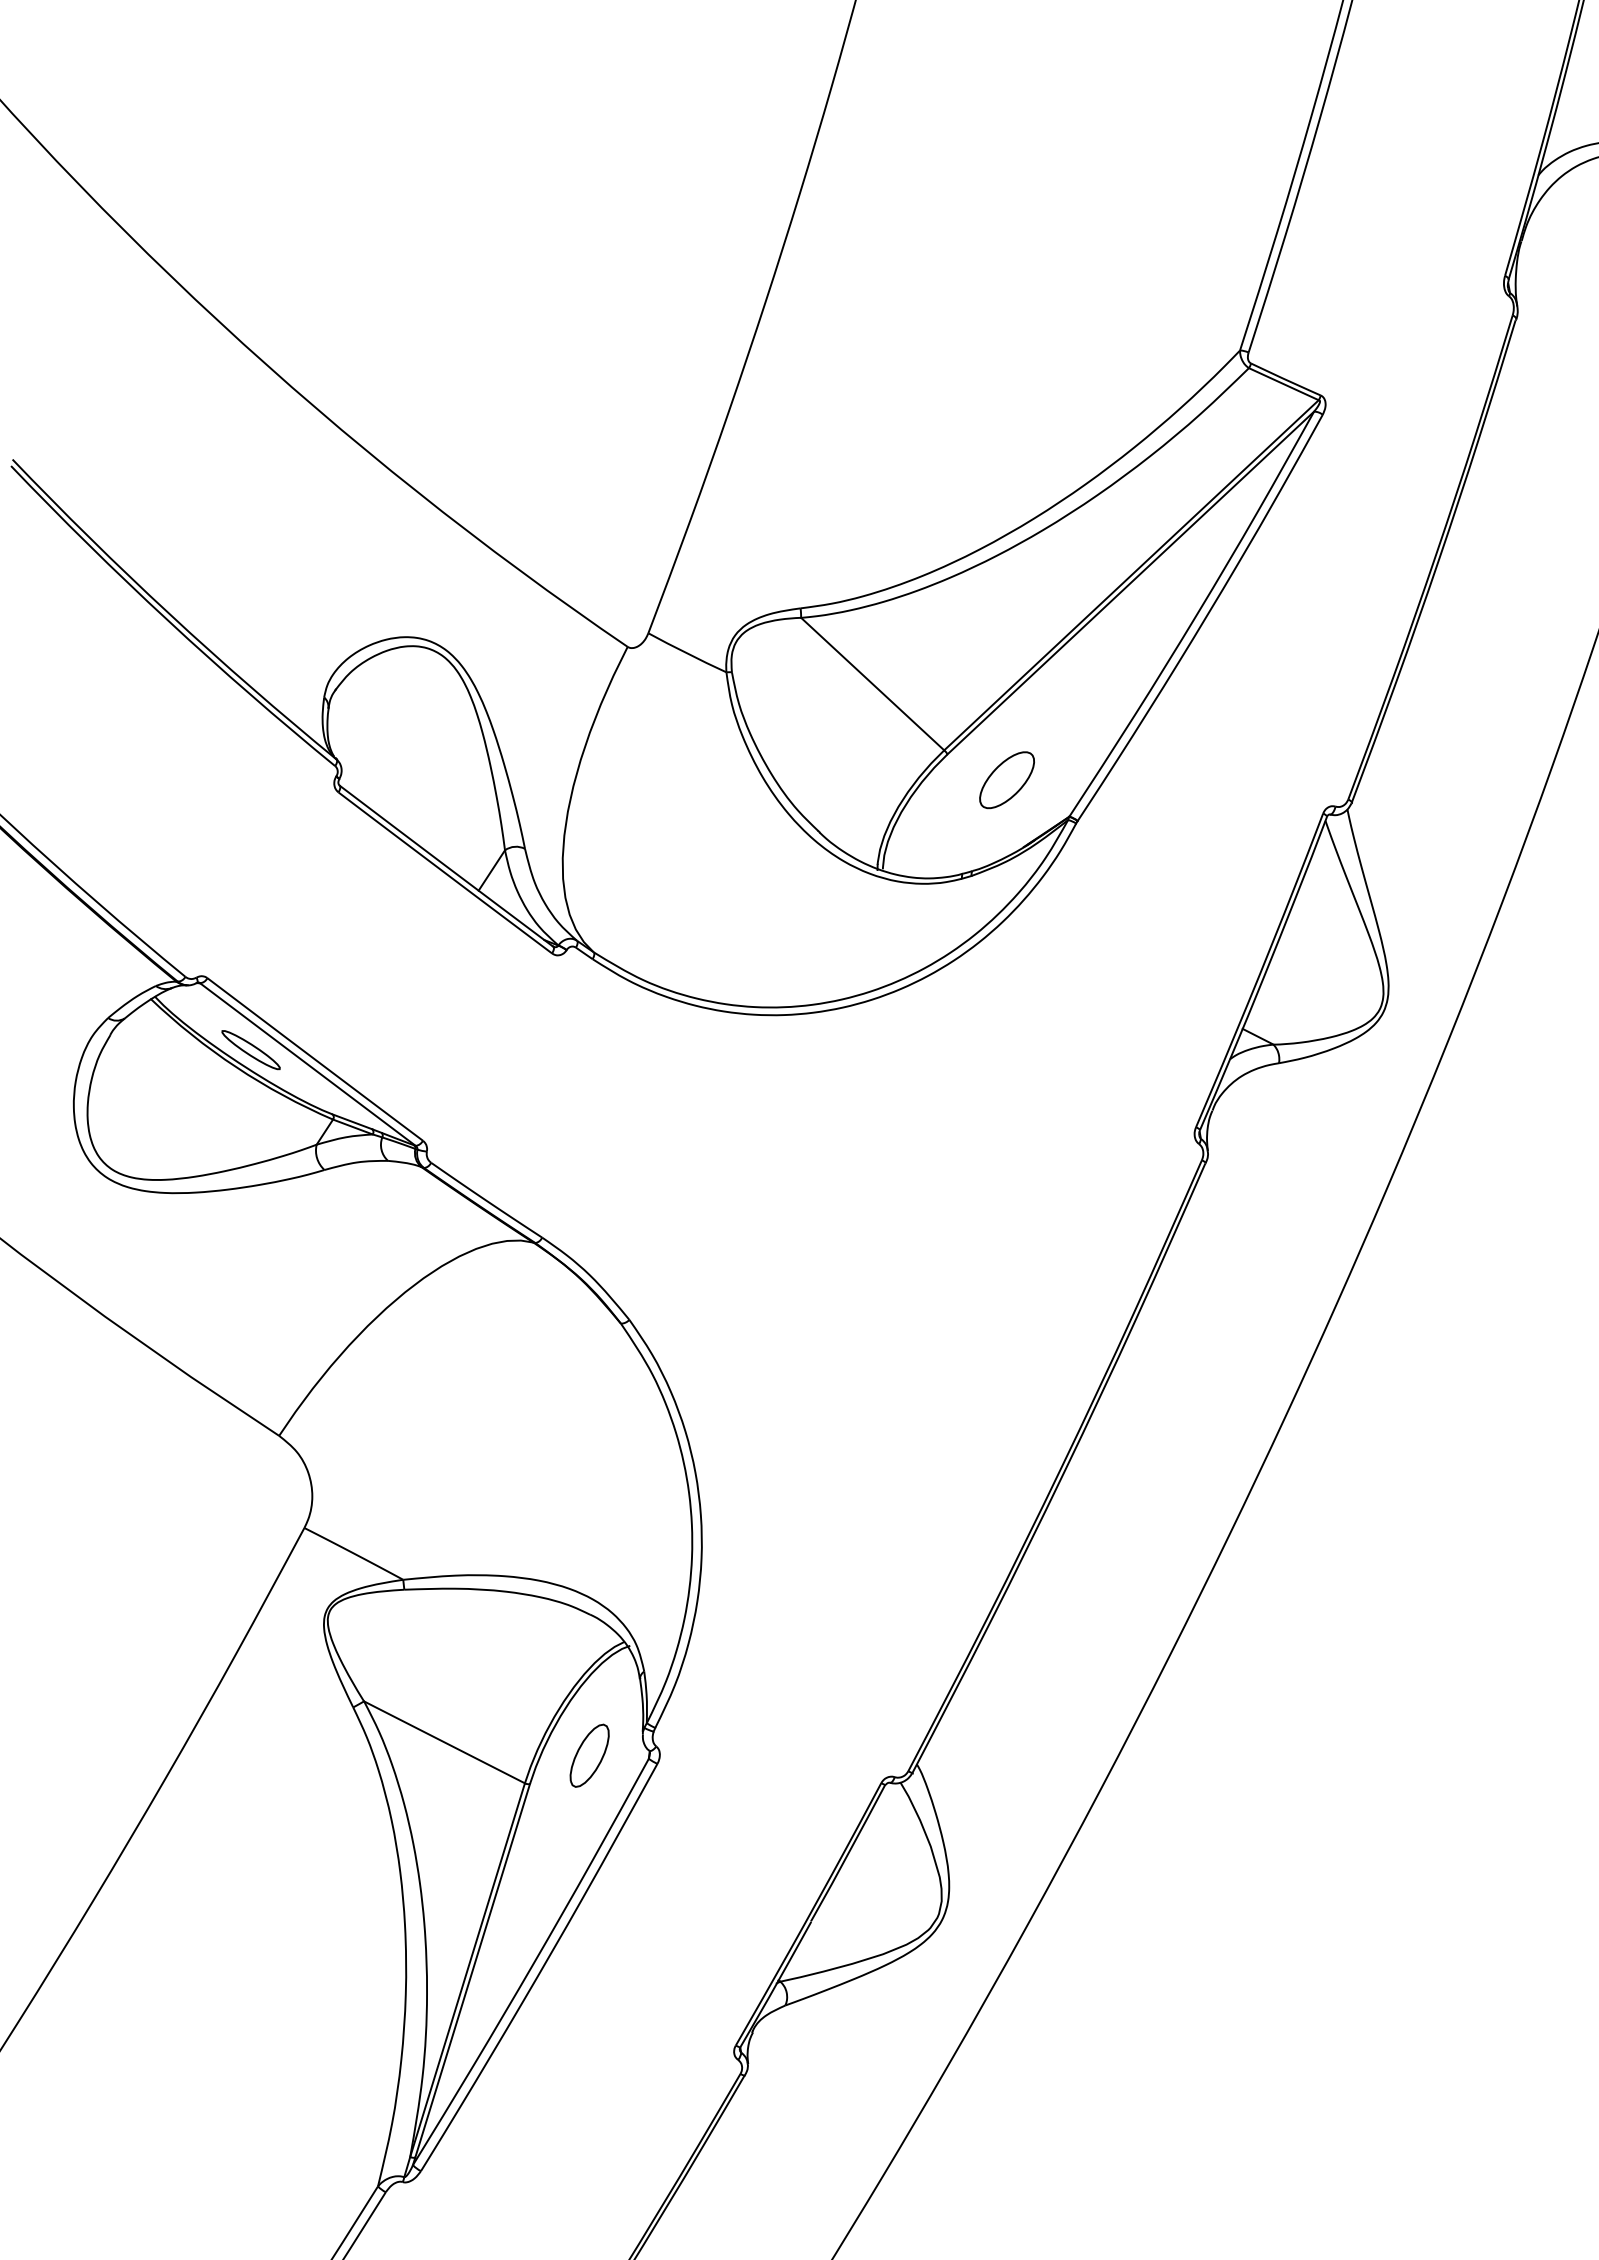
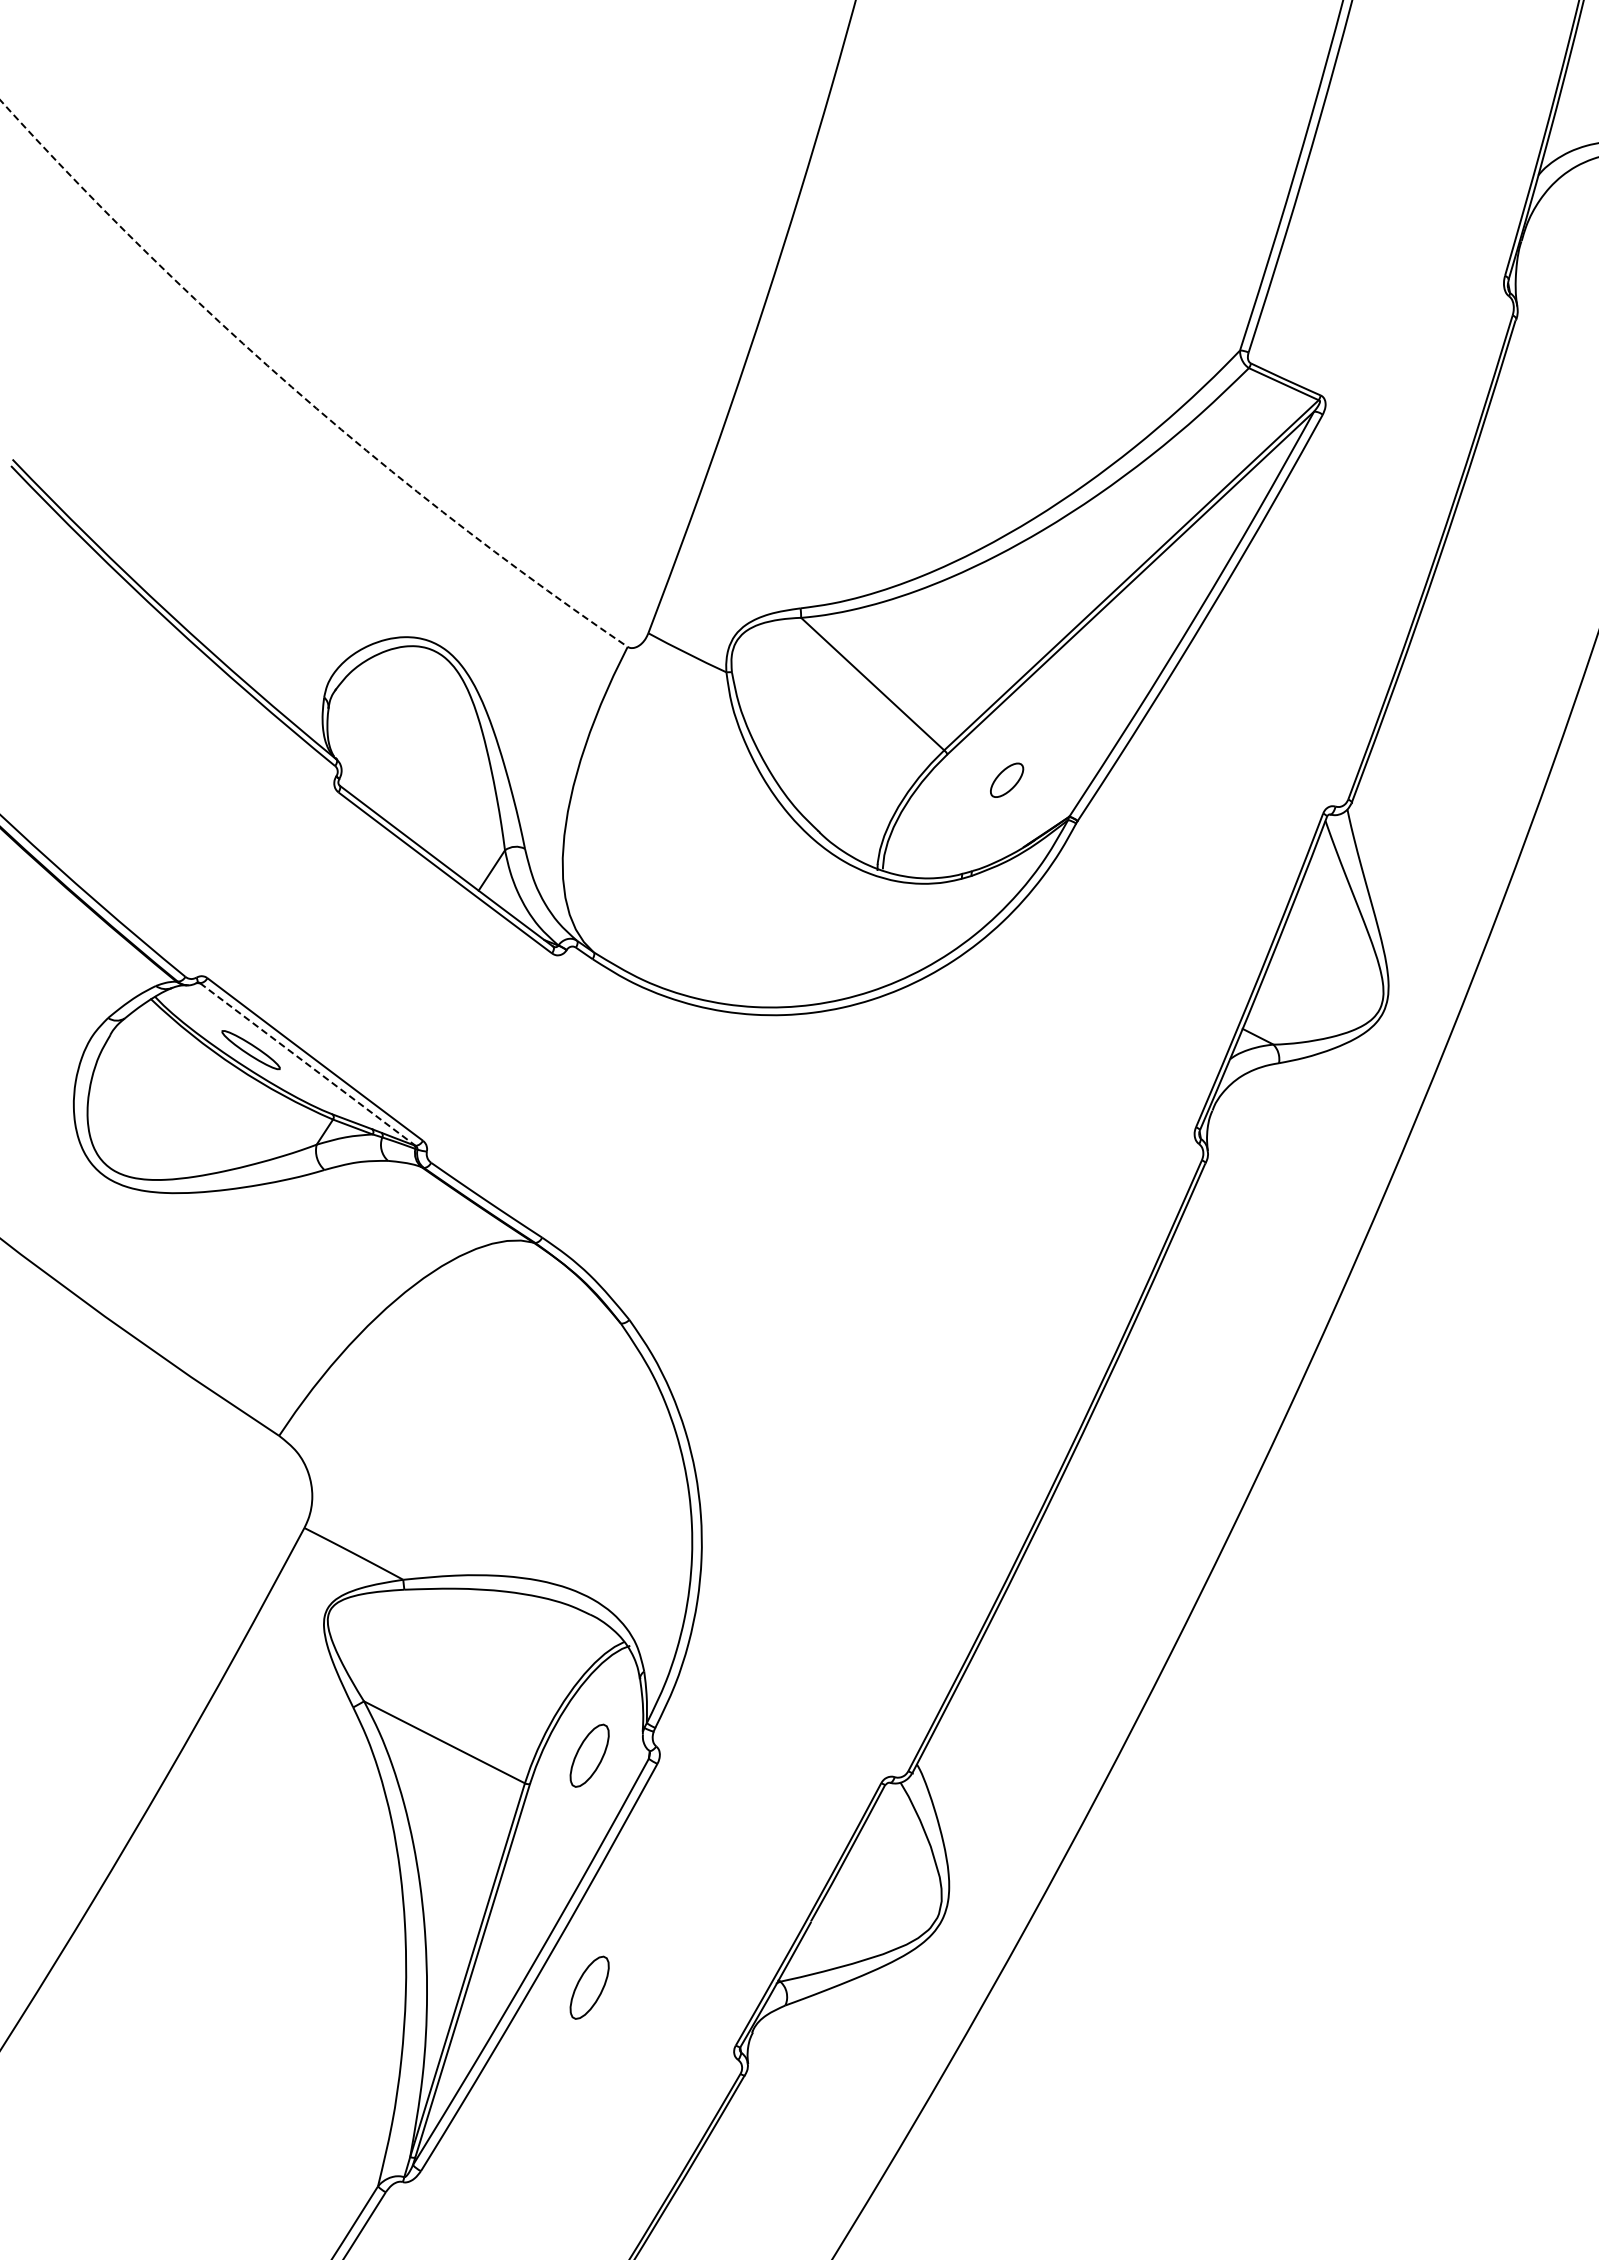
arc at (297, 391): solid -> dashed
part at (1006, 780) size: 56x59 px -> 35x36 px
line at (308, 1064): solid -> dashed
part at (589, 1987): none -> present
